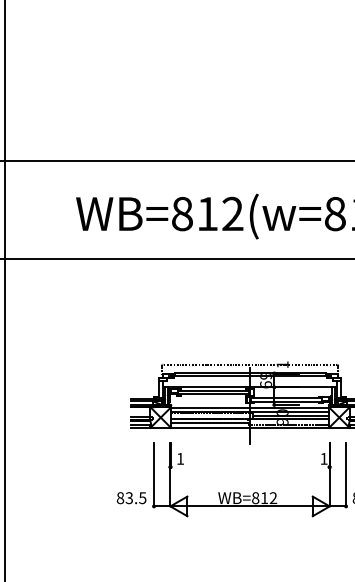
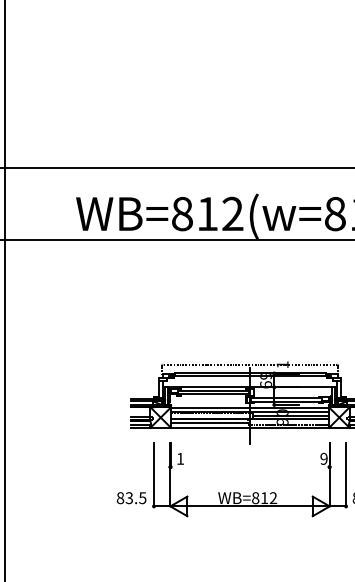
line at (176, 161) position: (176, 161) -> (176, 168)
line at (176, 259) position: (176, 259) -> (176, 240)
text at (323, 458): 1 -> 9
